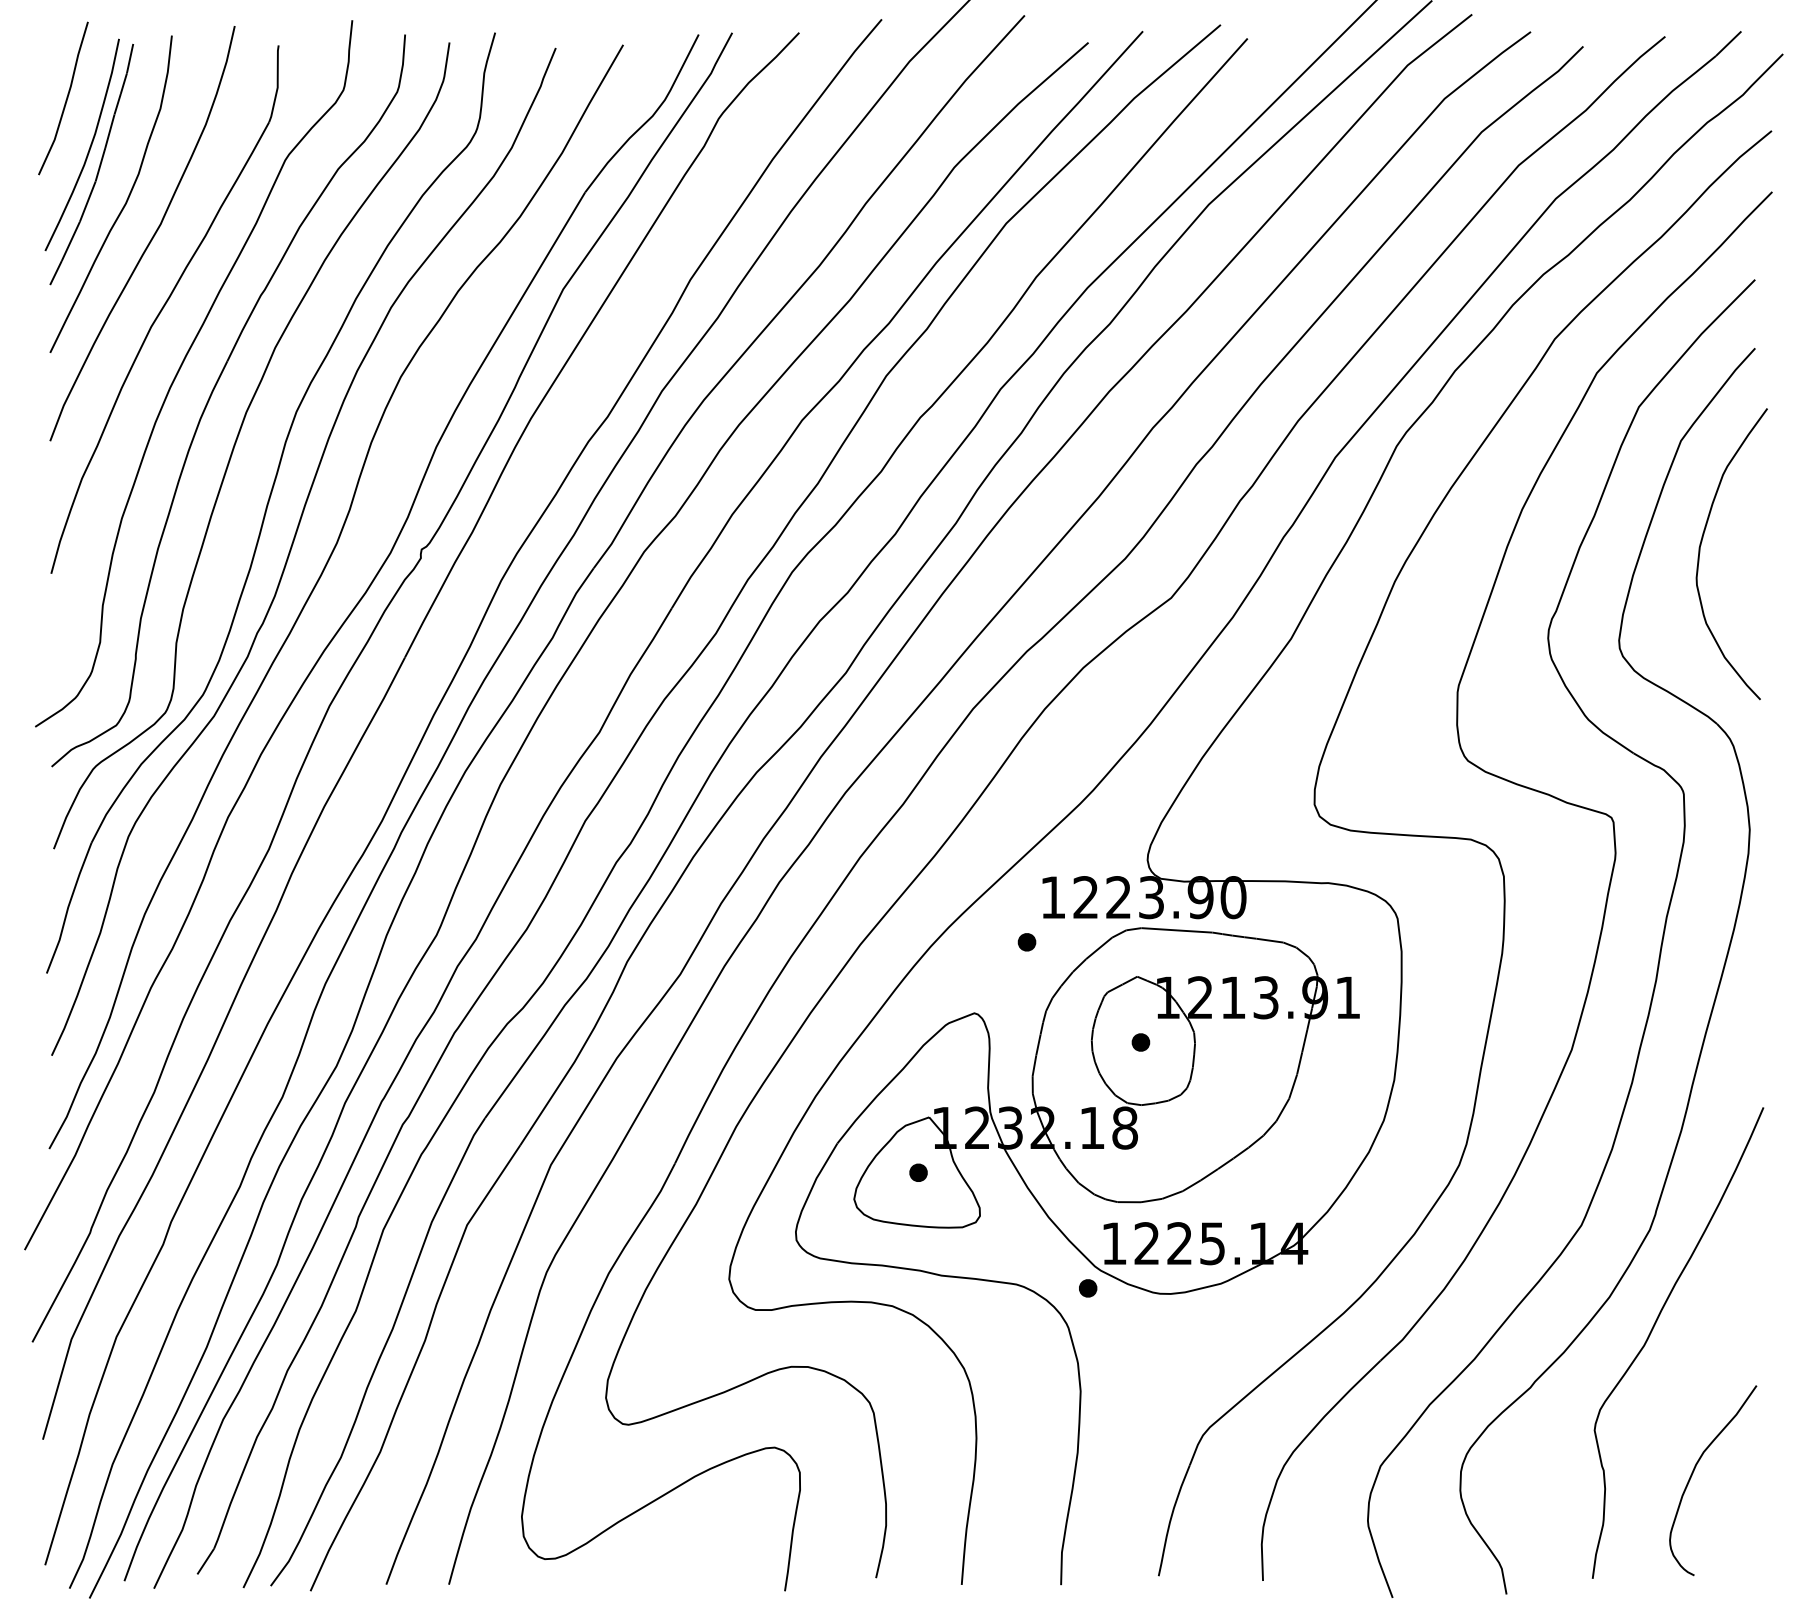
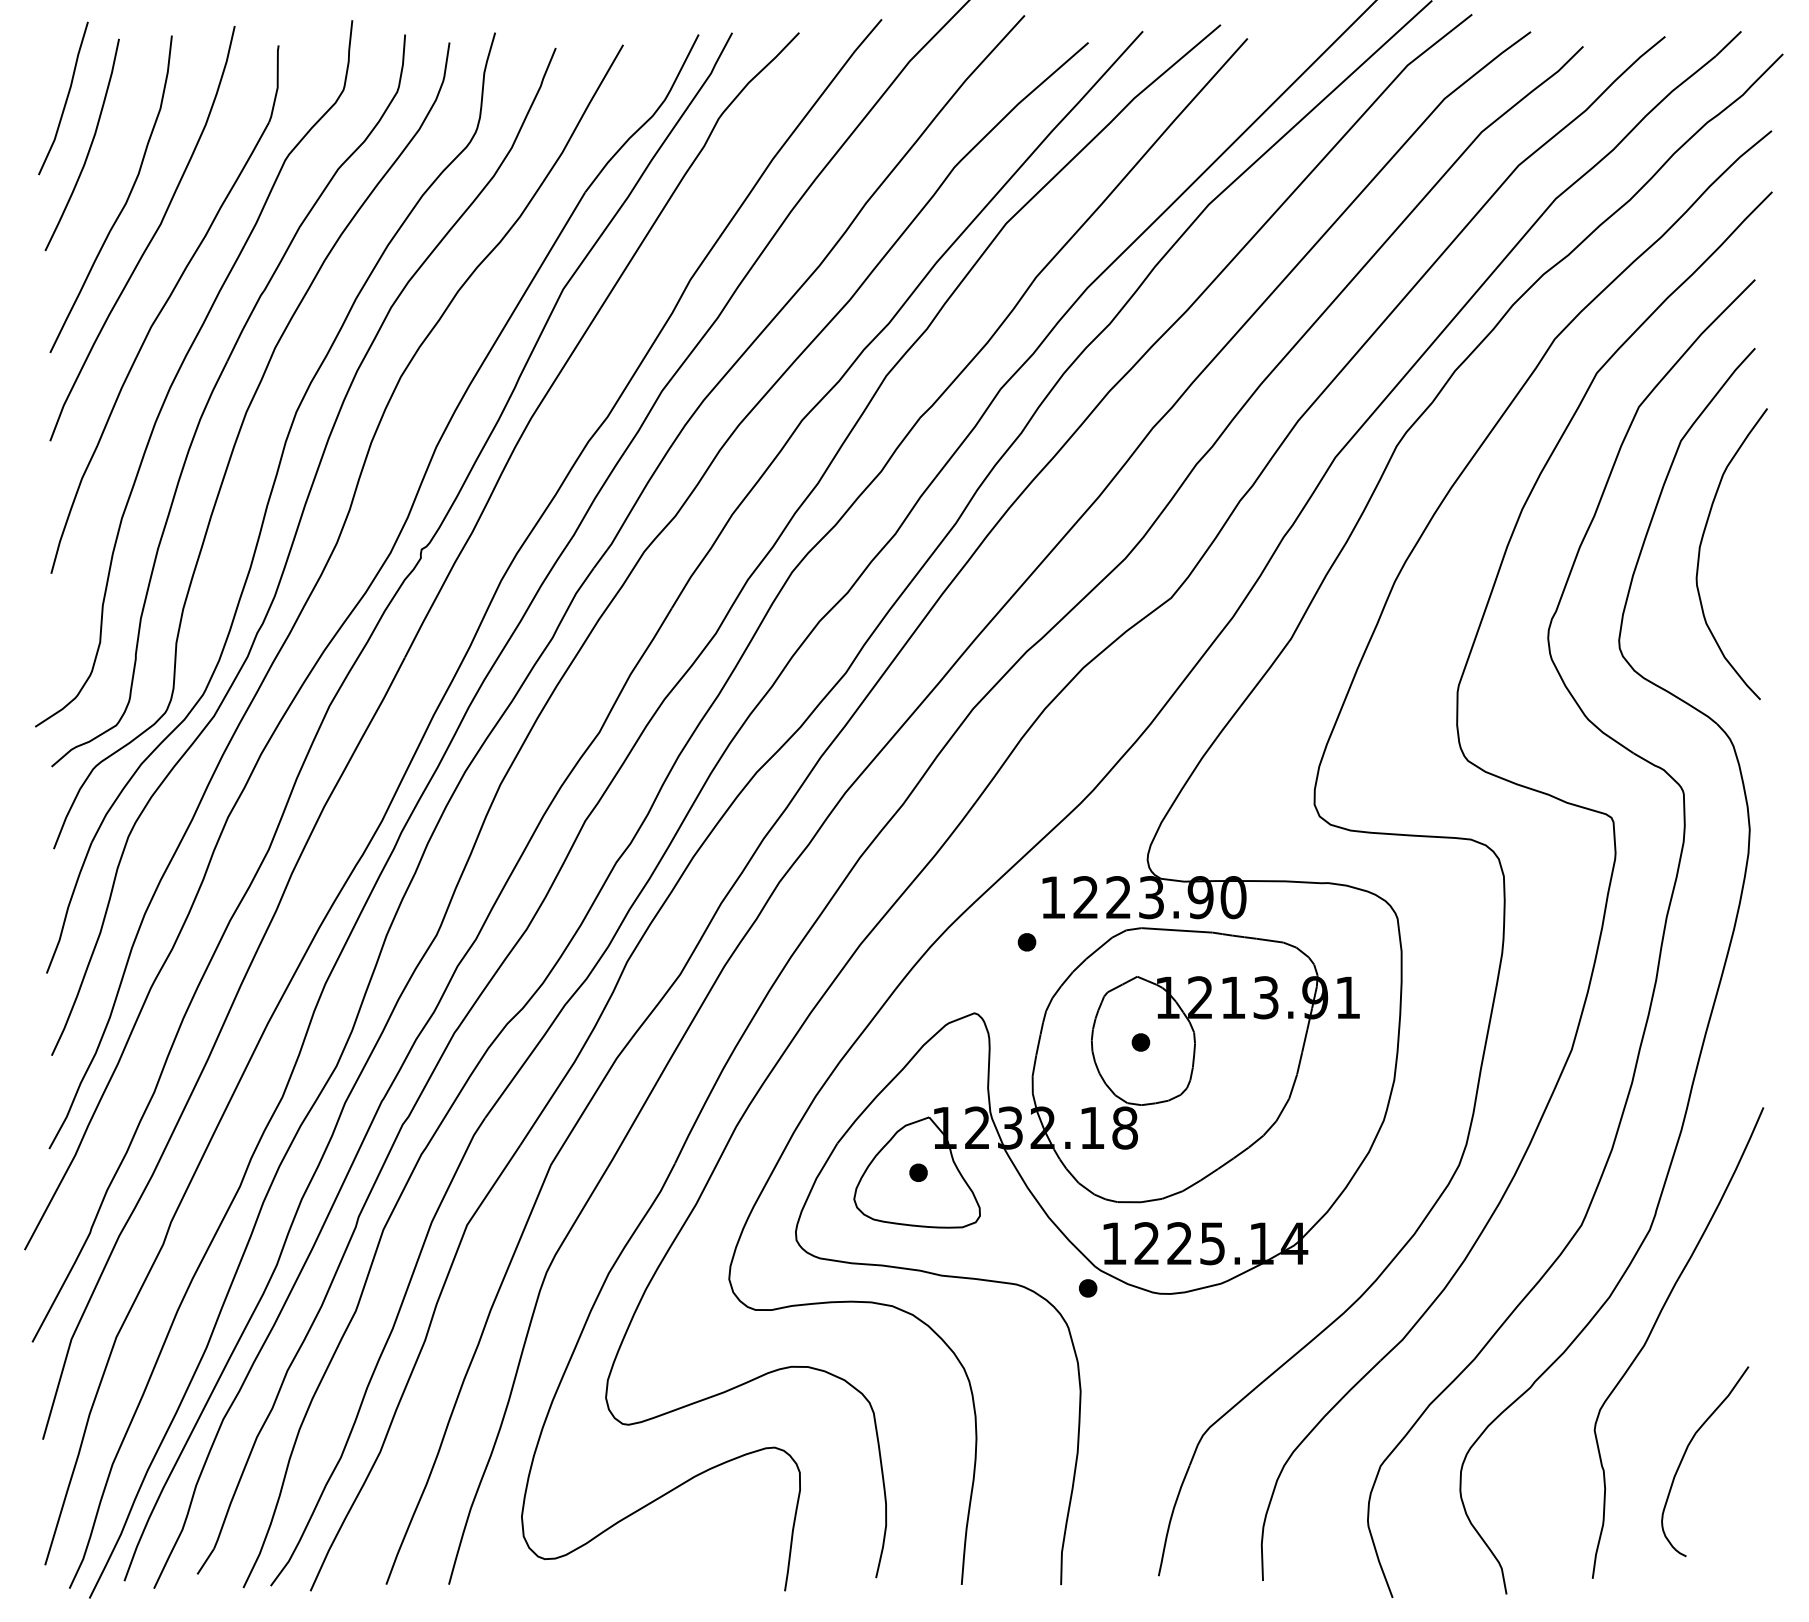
curve at (98, 167): present -> none
curve at (1694, 1471) position: (1694, 1471) -> (1686, 1452)
